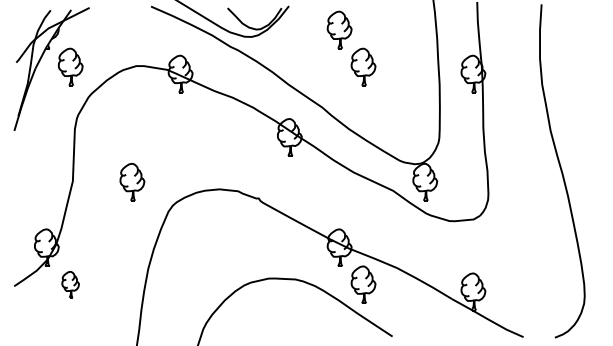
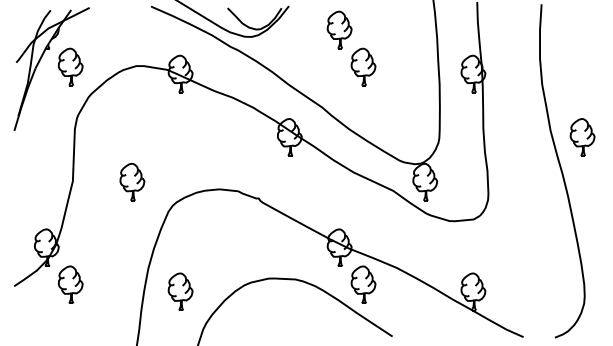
part at (582, 137): none -> present
part at (70, 284) size: 19x28 px -> 27x39 px
part at (180, 291): none -> present
